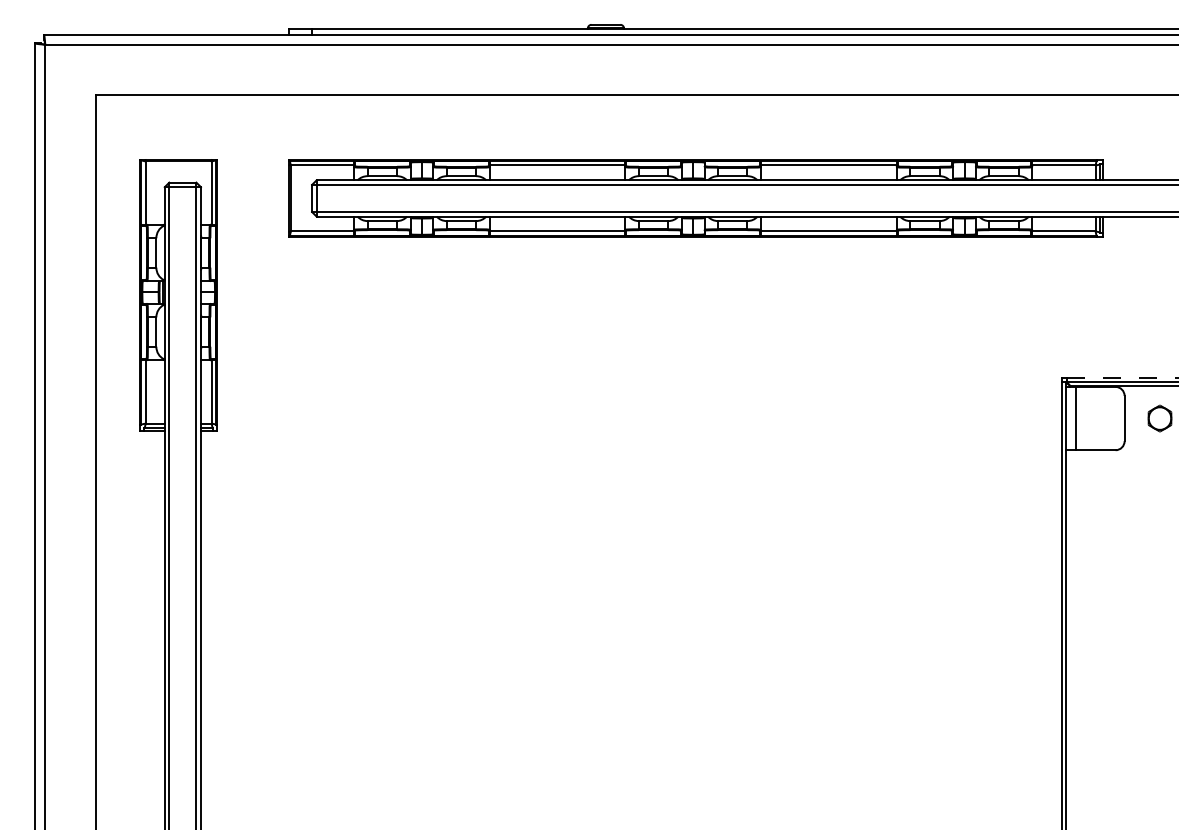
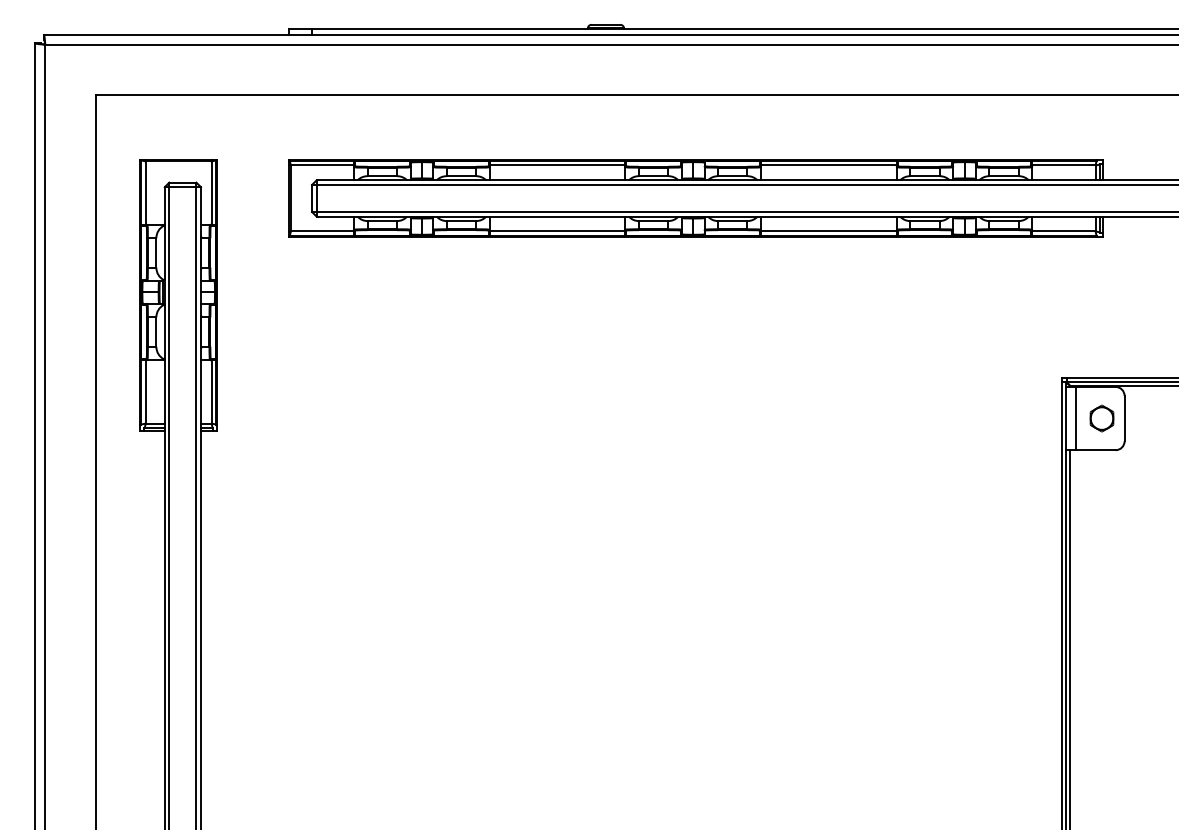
line at (1122, 377): dashed -> solid
part at (1159, 418) position: (1159, 418) -> (1101, 418)
line at (1070, 638): none -> present
